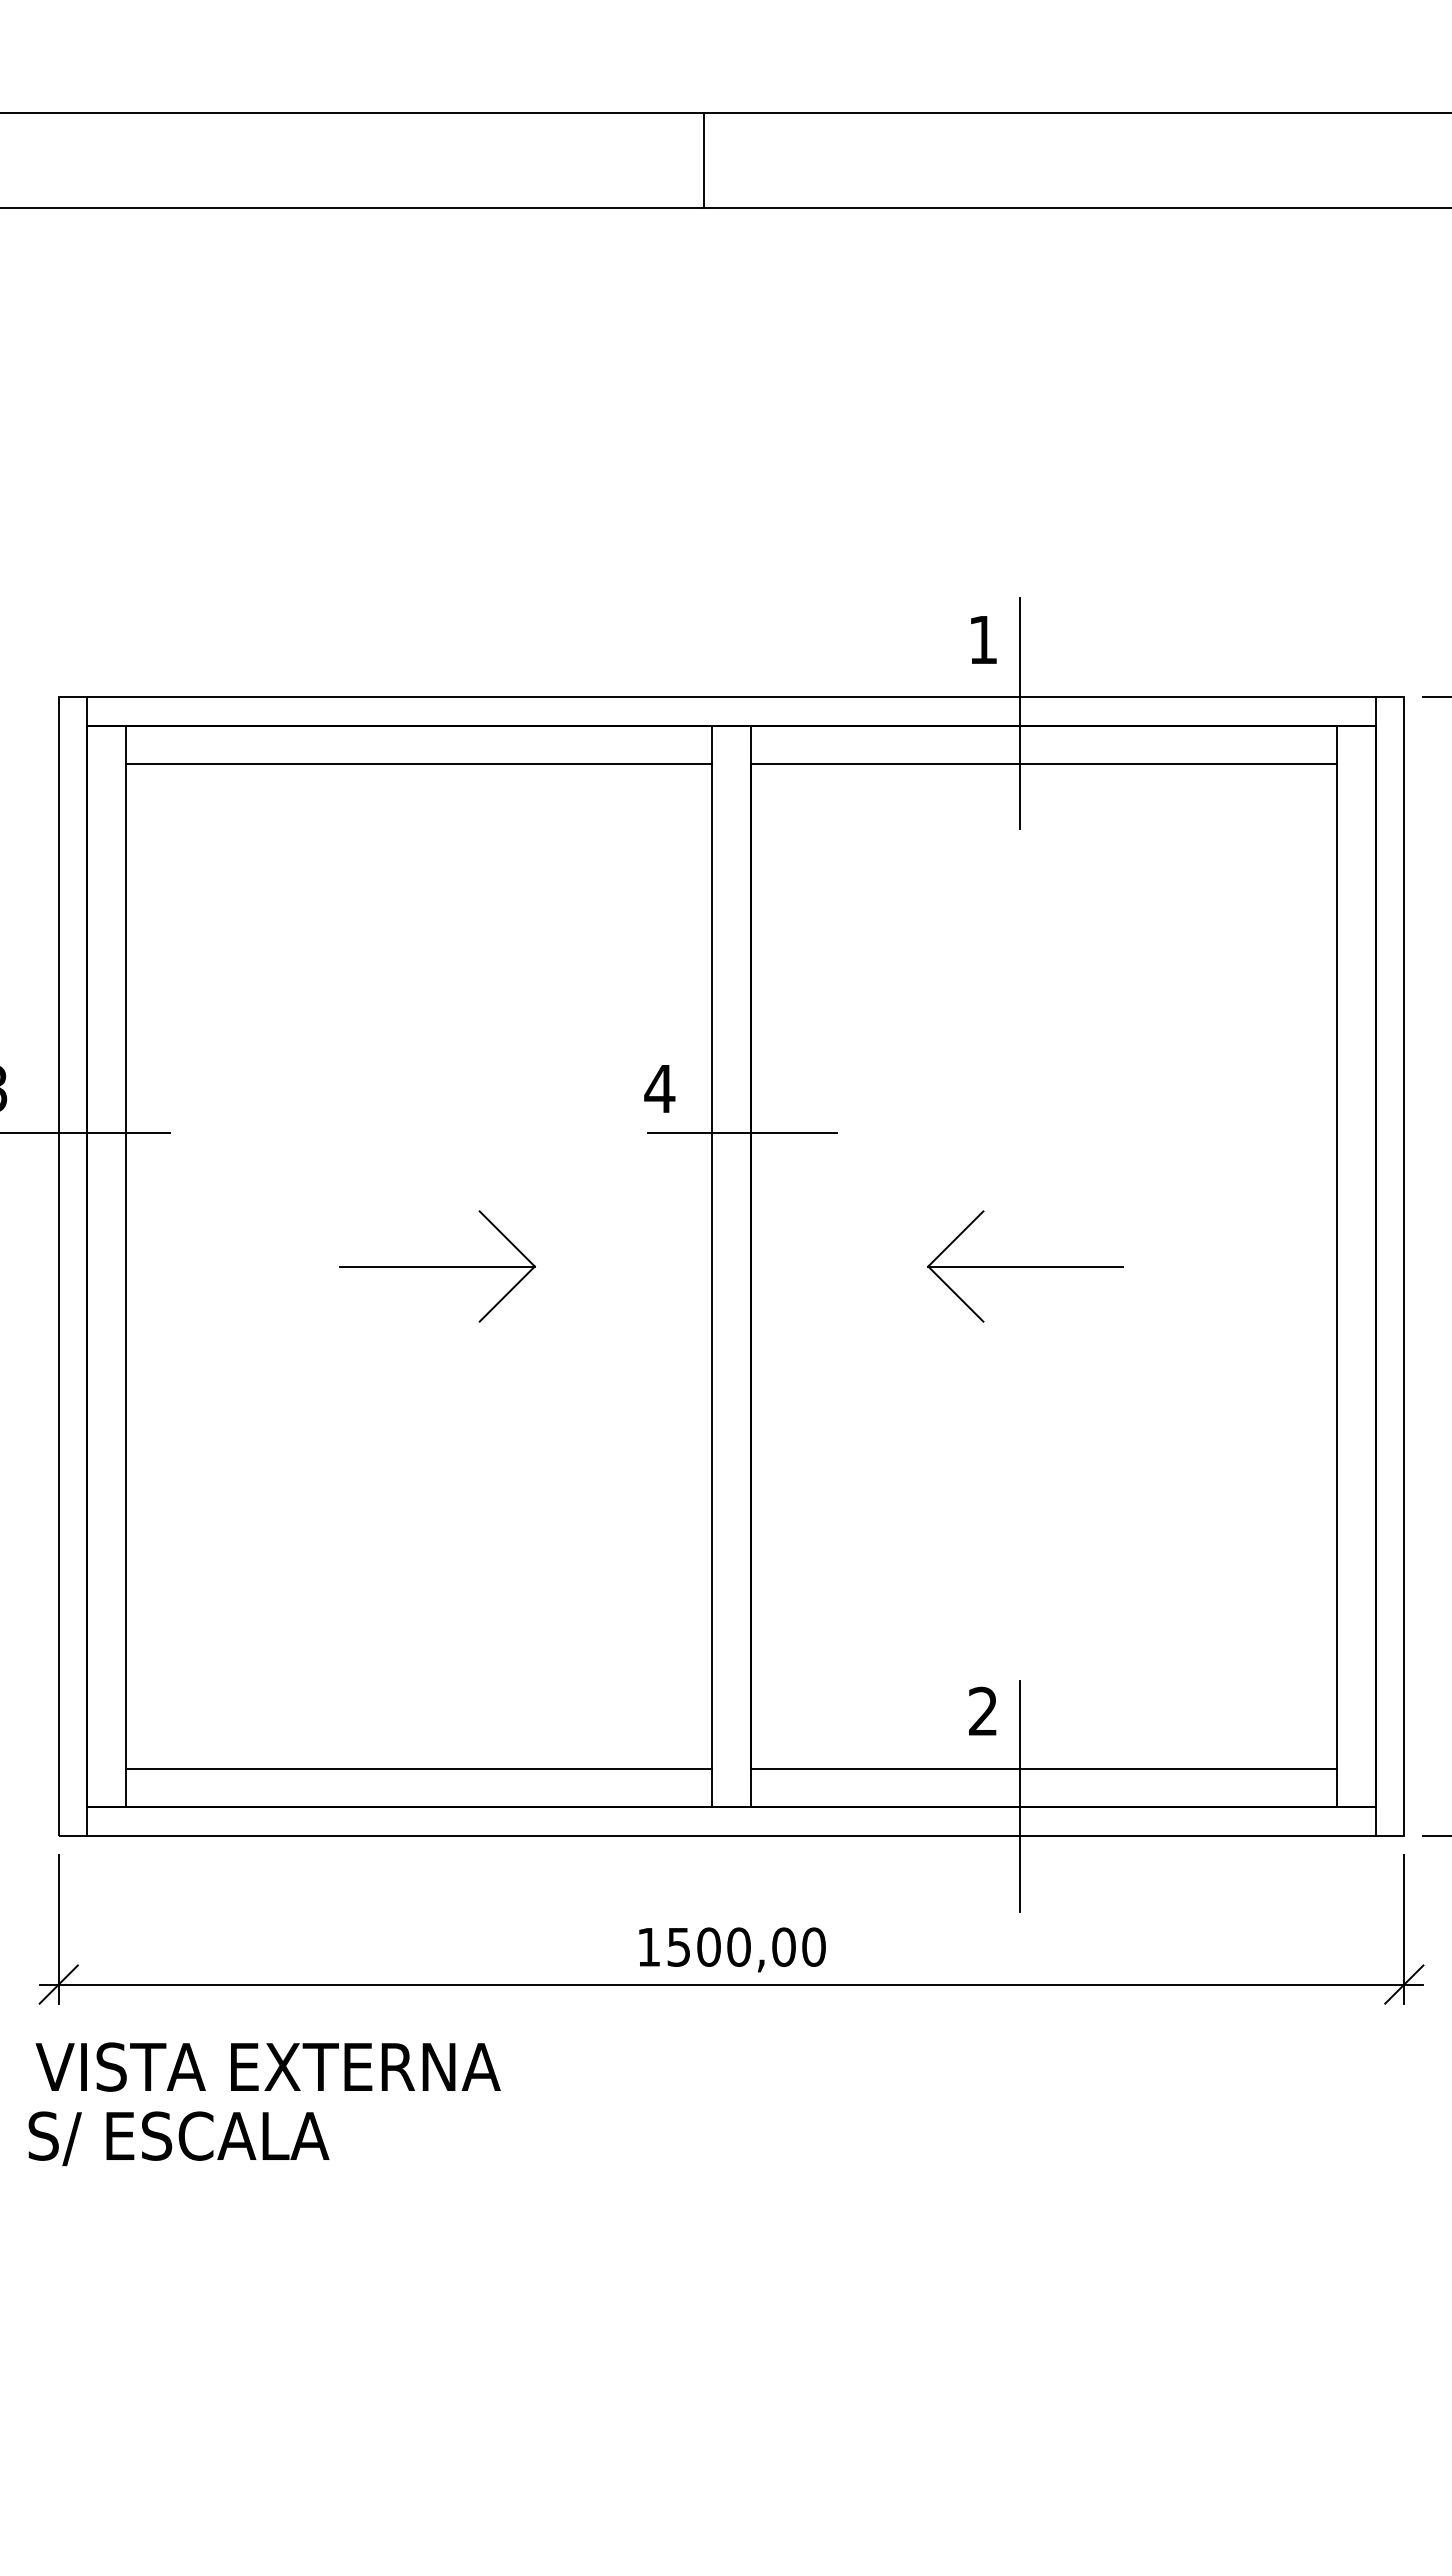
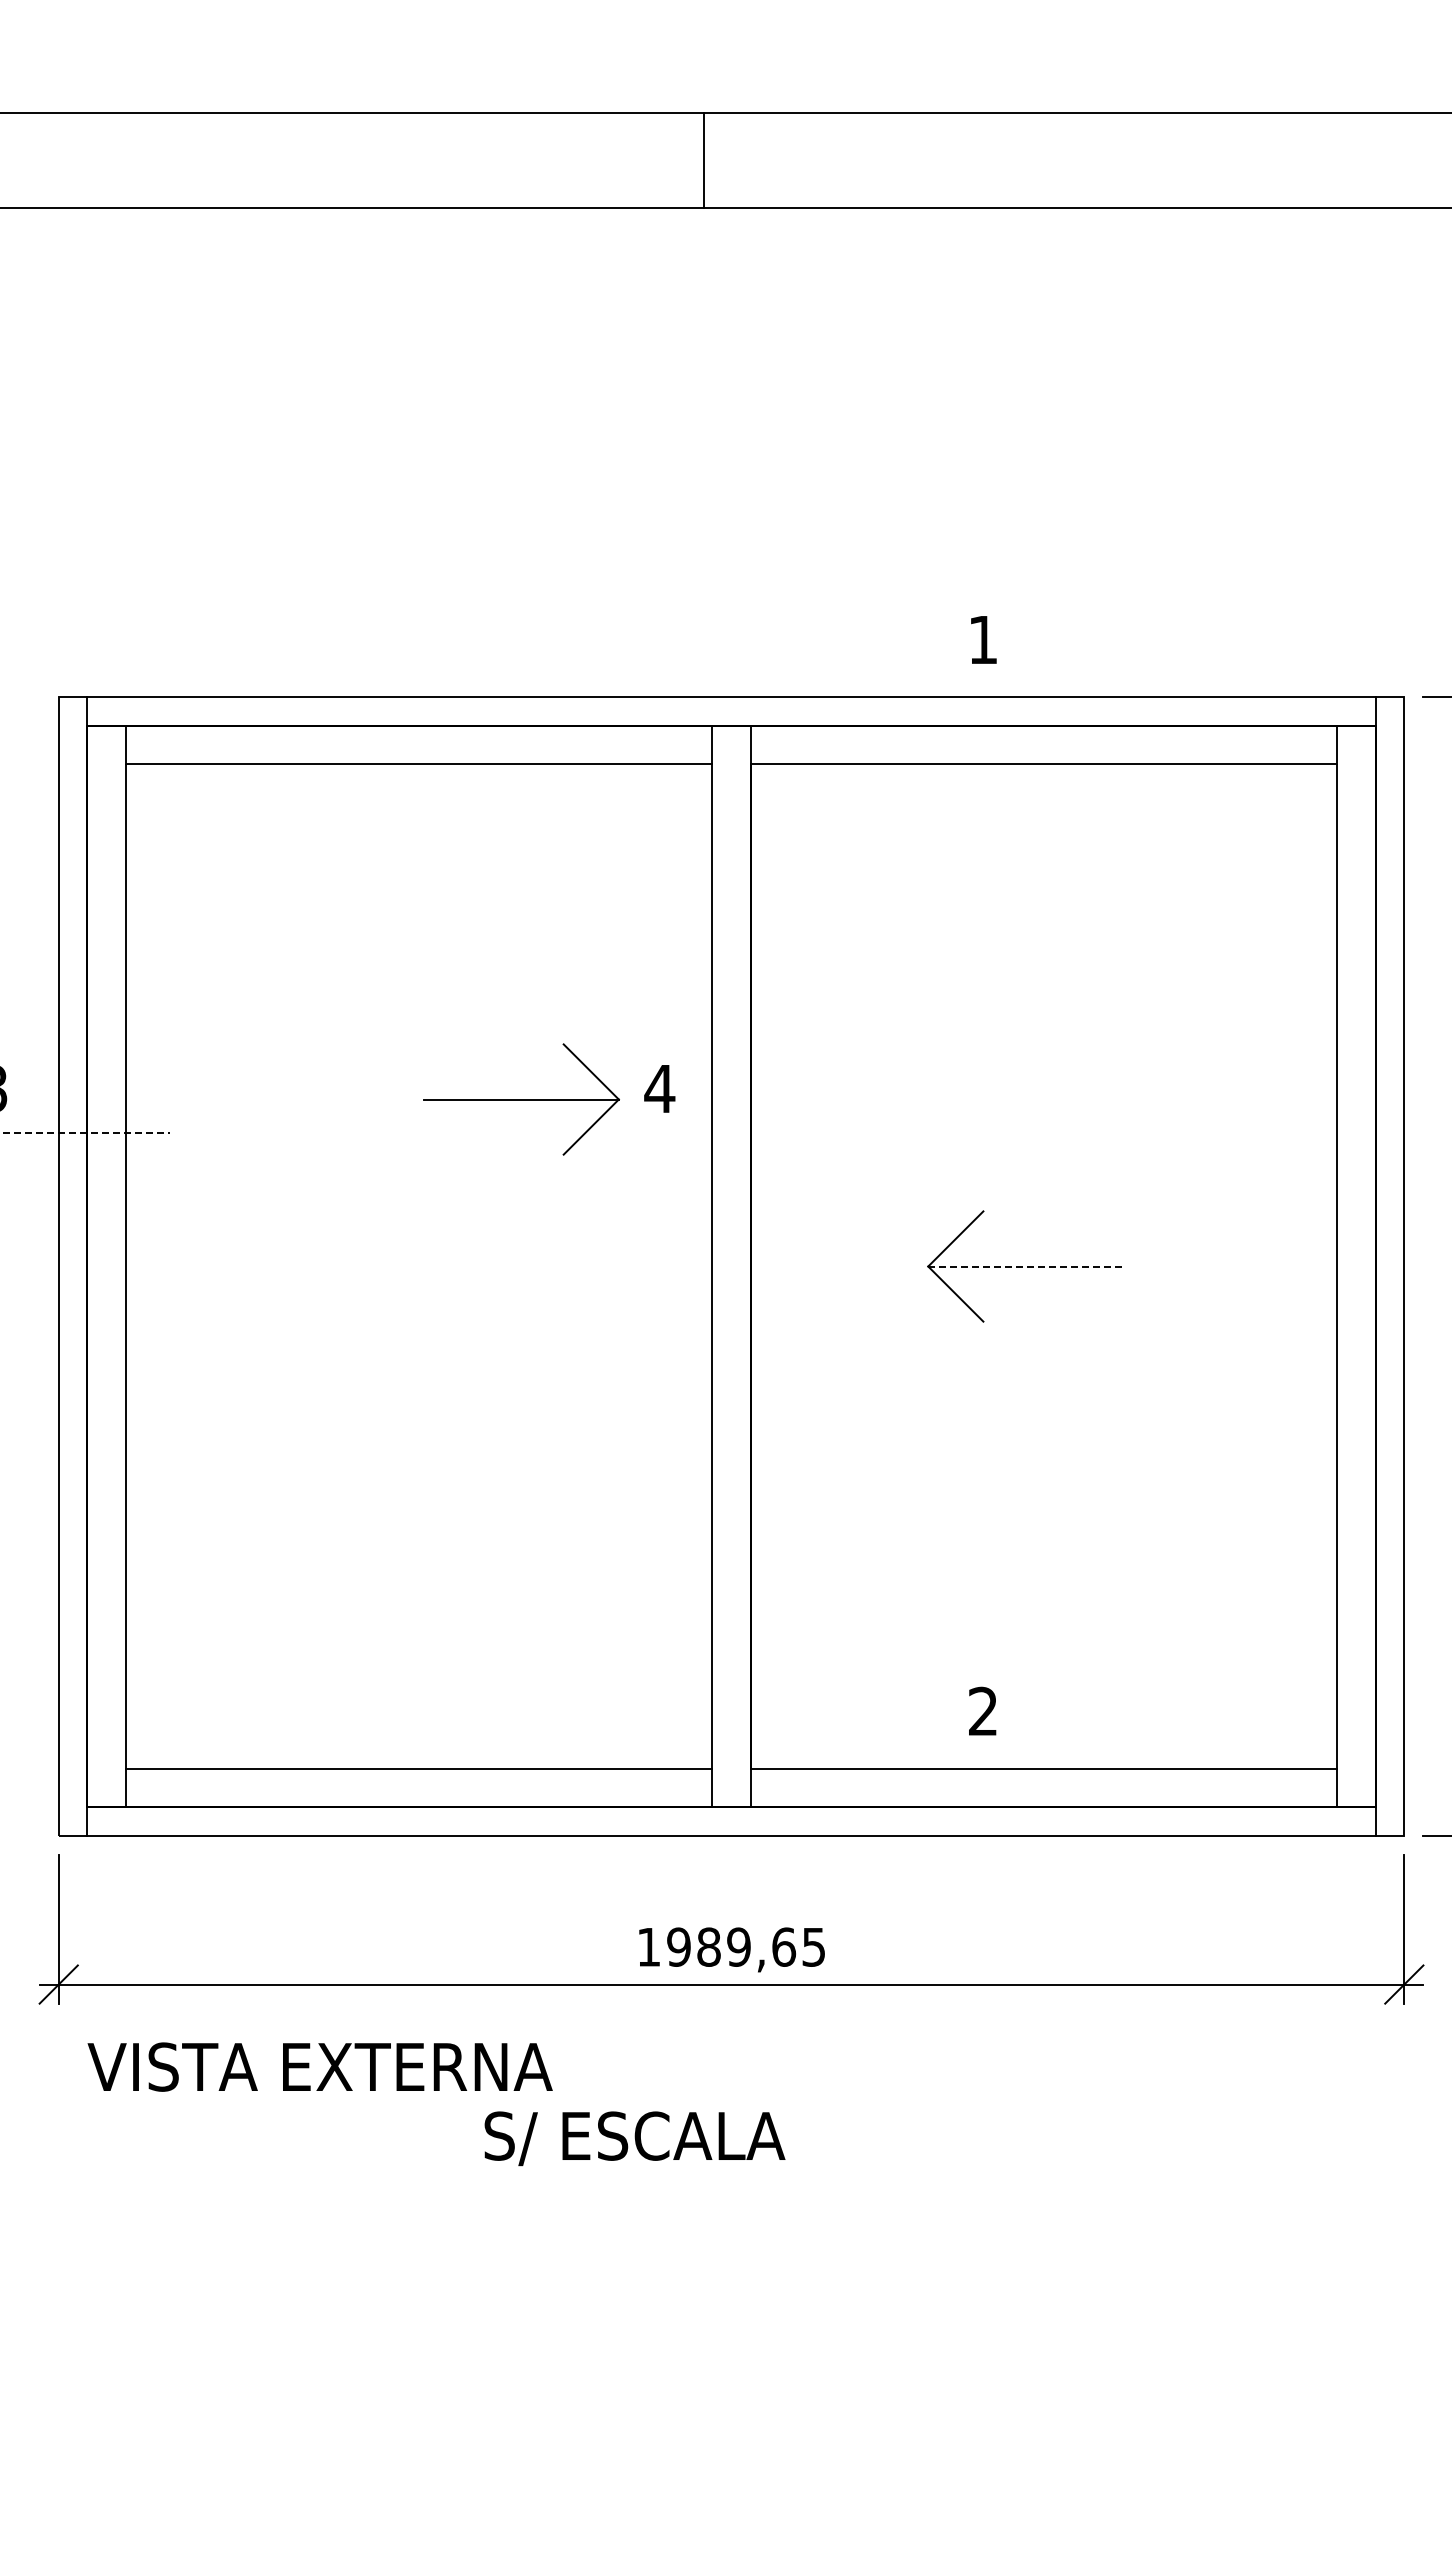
line at (1019, 712): present -> none
line at (85, 1132): solid -> dashed
line at (742, 1132): present -> none
part at (437, 1266) position: (437, 1266) -> (521, 1099)
line at (1026, 1266): solid -> dashed
line at (1019, 1795): present -> none
text at (746, 1946): 1500,00 -> 1989,65
text at (267, 2066) position: (267, 2066) -> (319, 2066)
text at (178, 2138) position: (178, 2138) -> (634, 2138)
